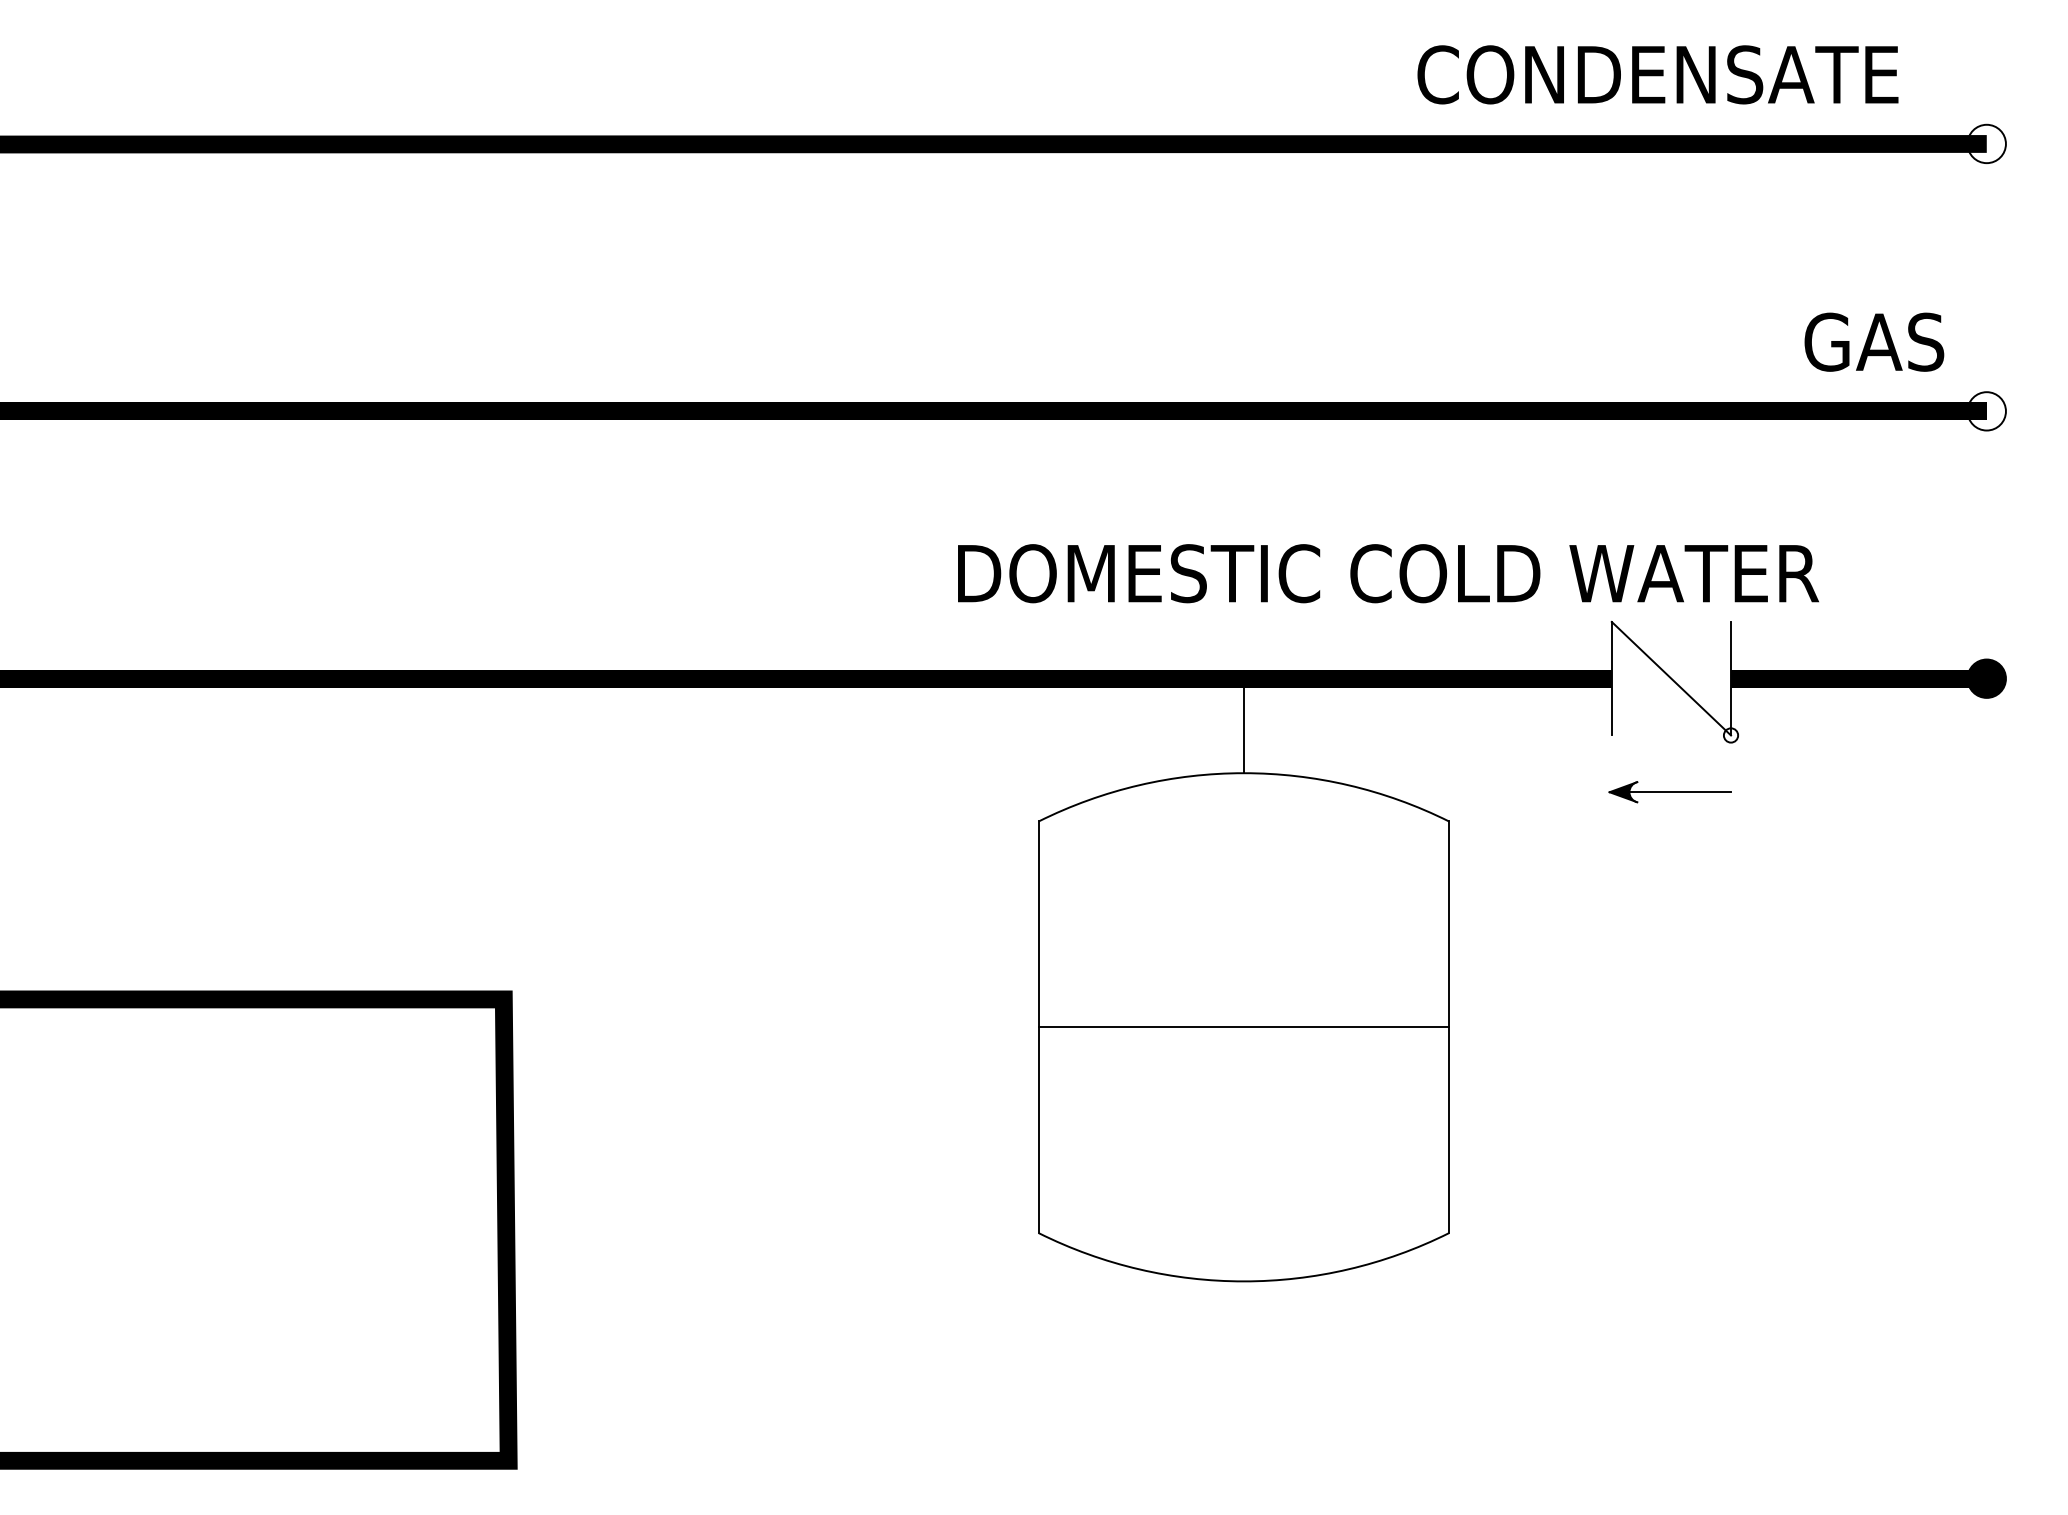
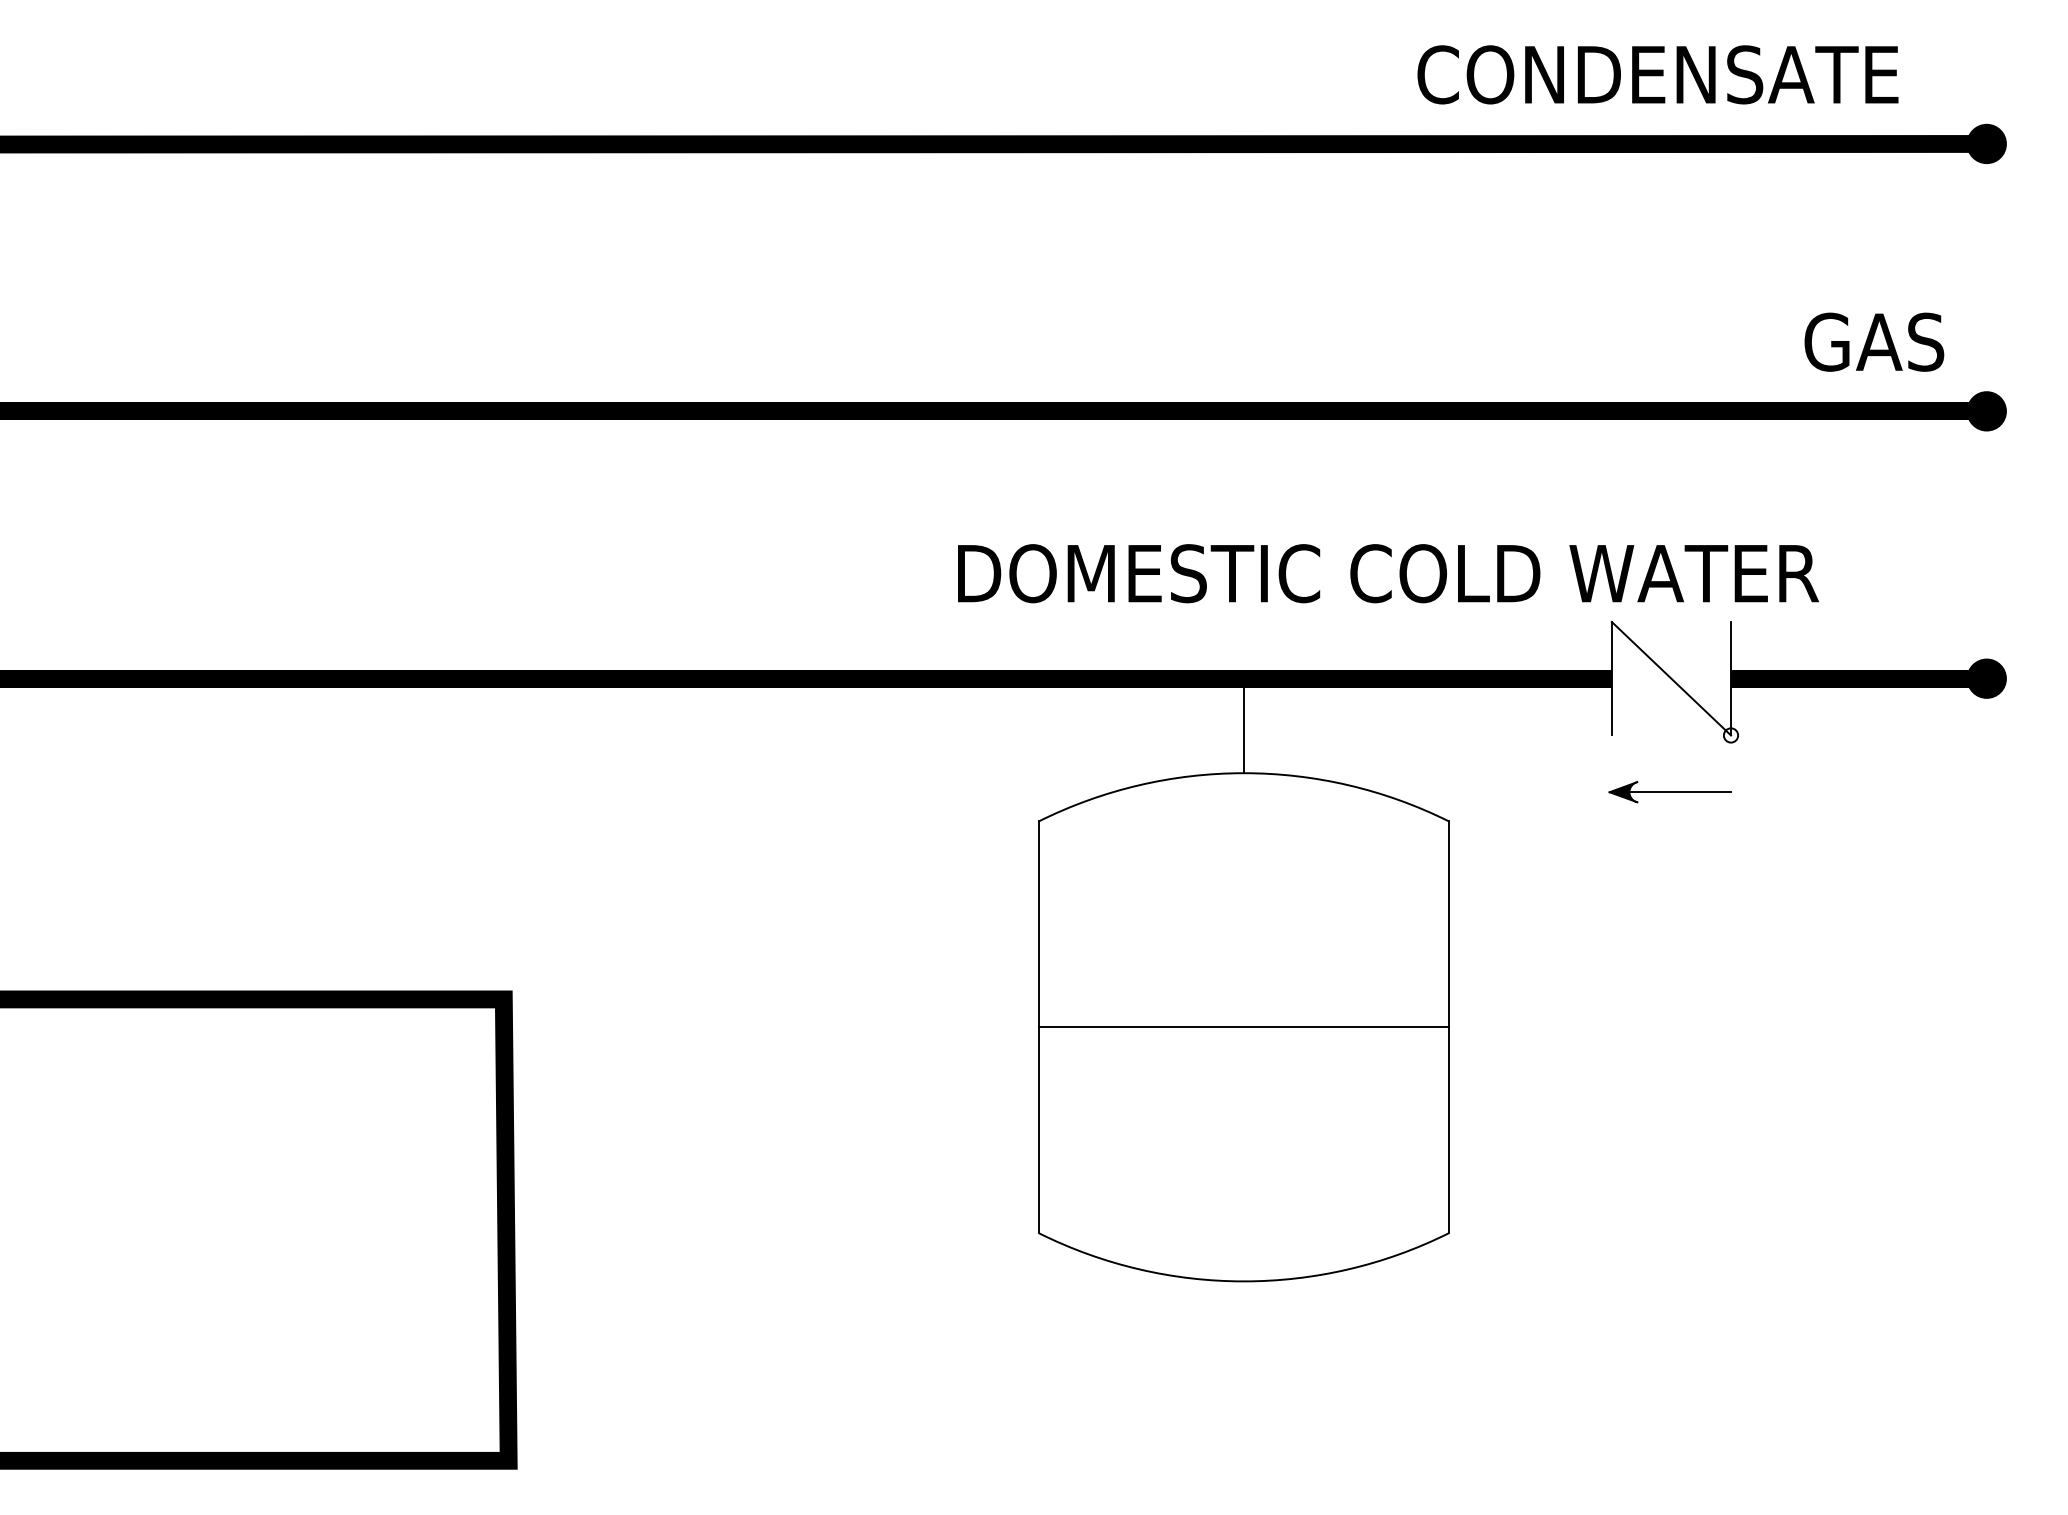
fill at (1986, 143): none -> present
fill at (1986, 411): none -> present
